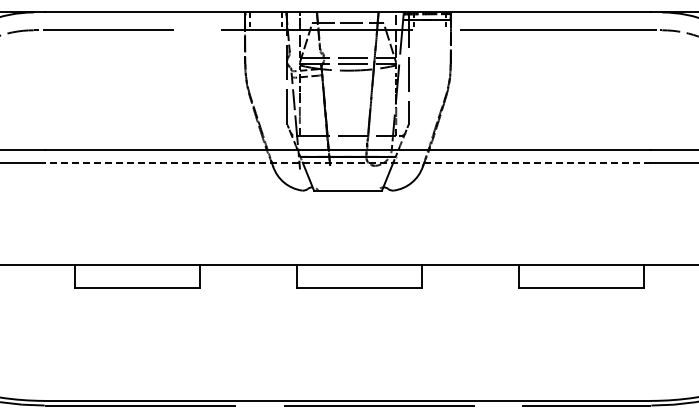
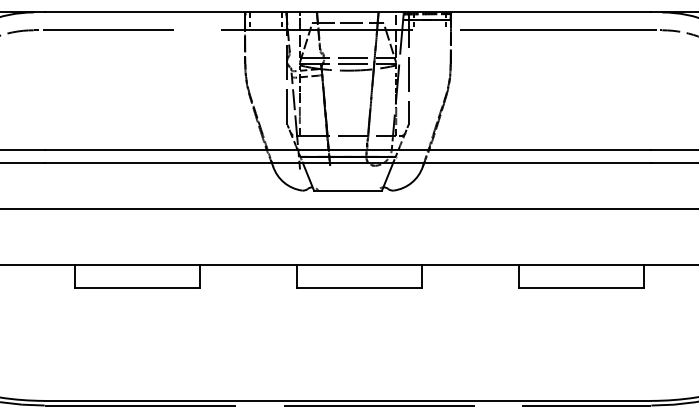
line at (347, 162): dashed -> solid
line at (348, 208): none -> present
